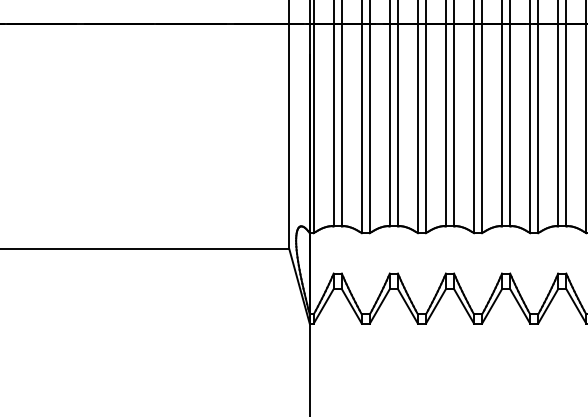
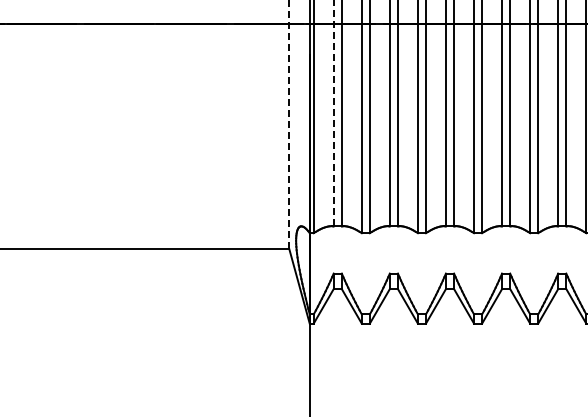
line at (333, 113): solid -> dashed
line at (289, 124): solid -> dashed
